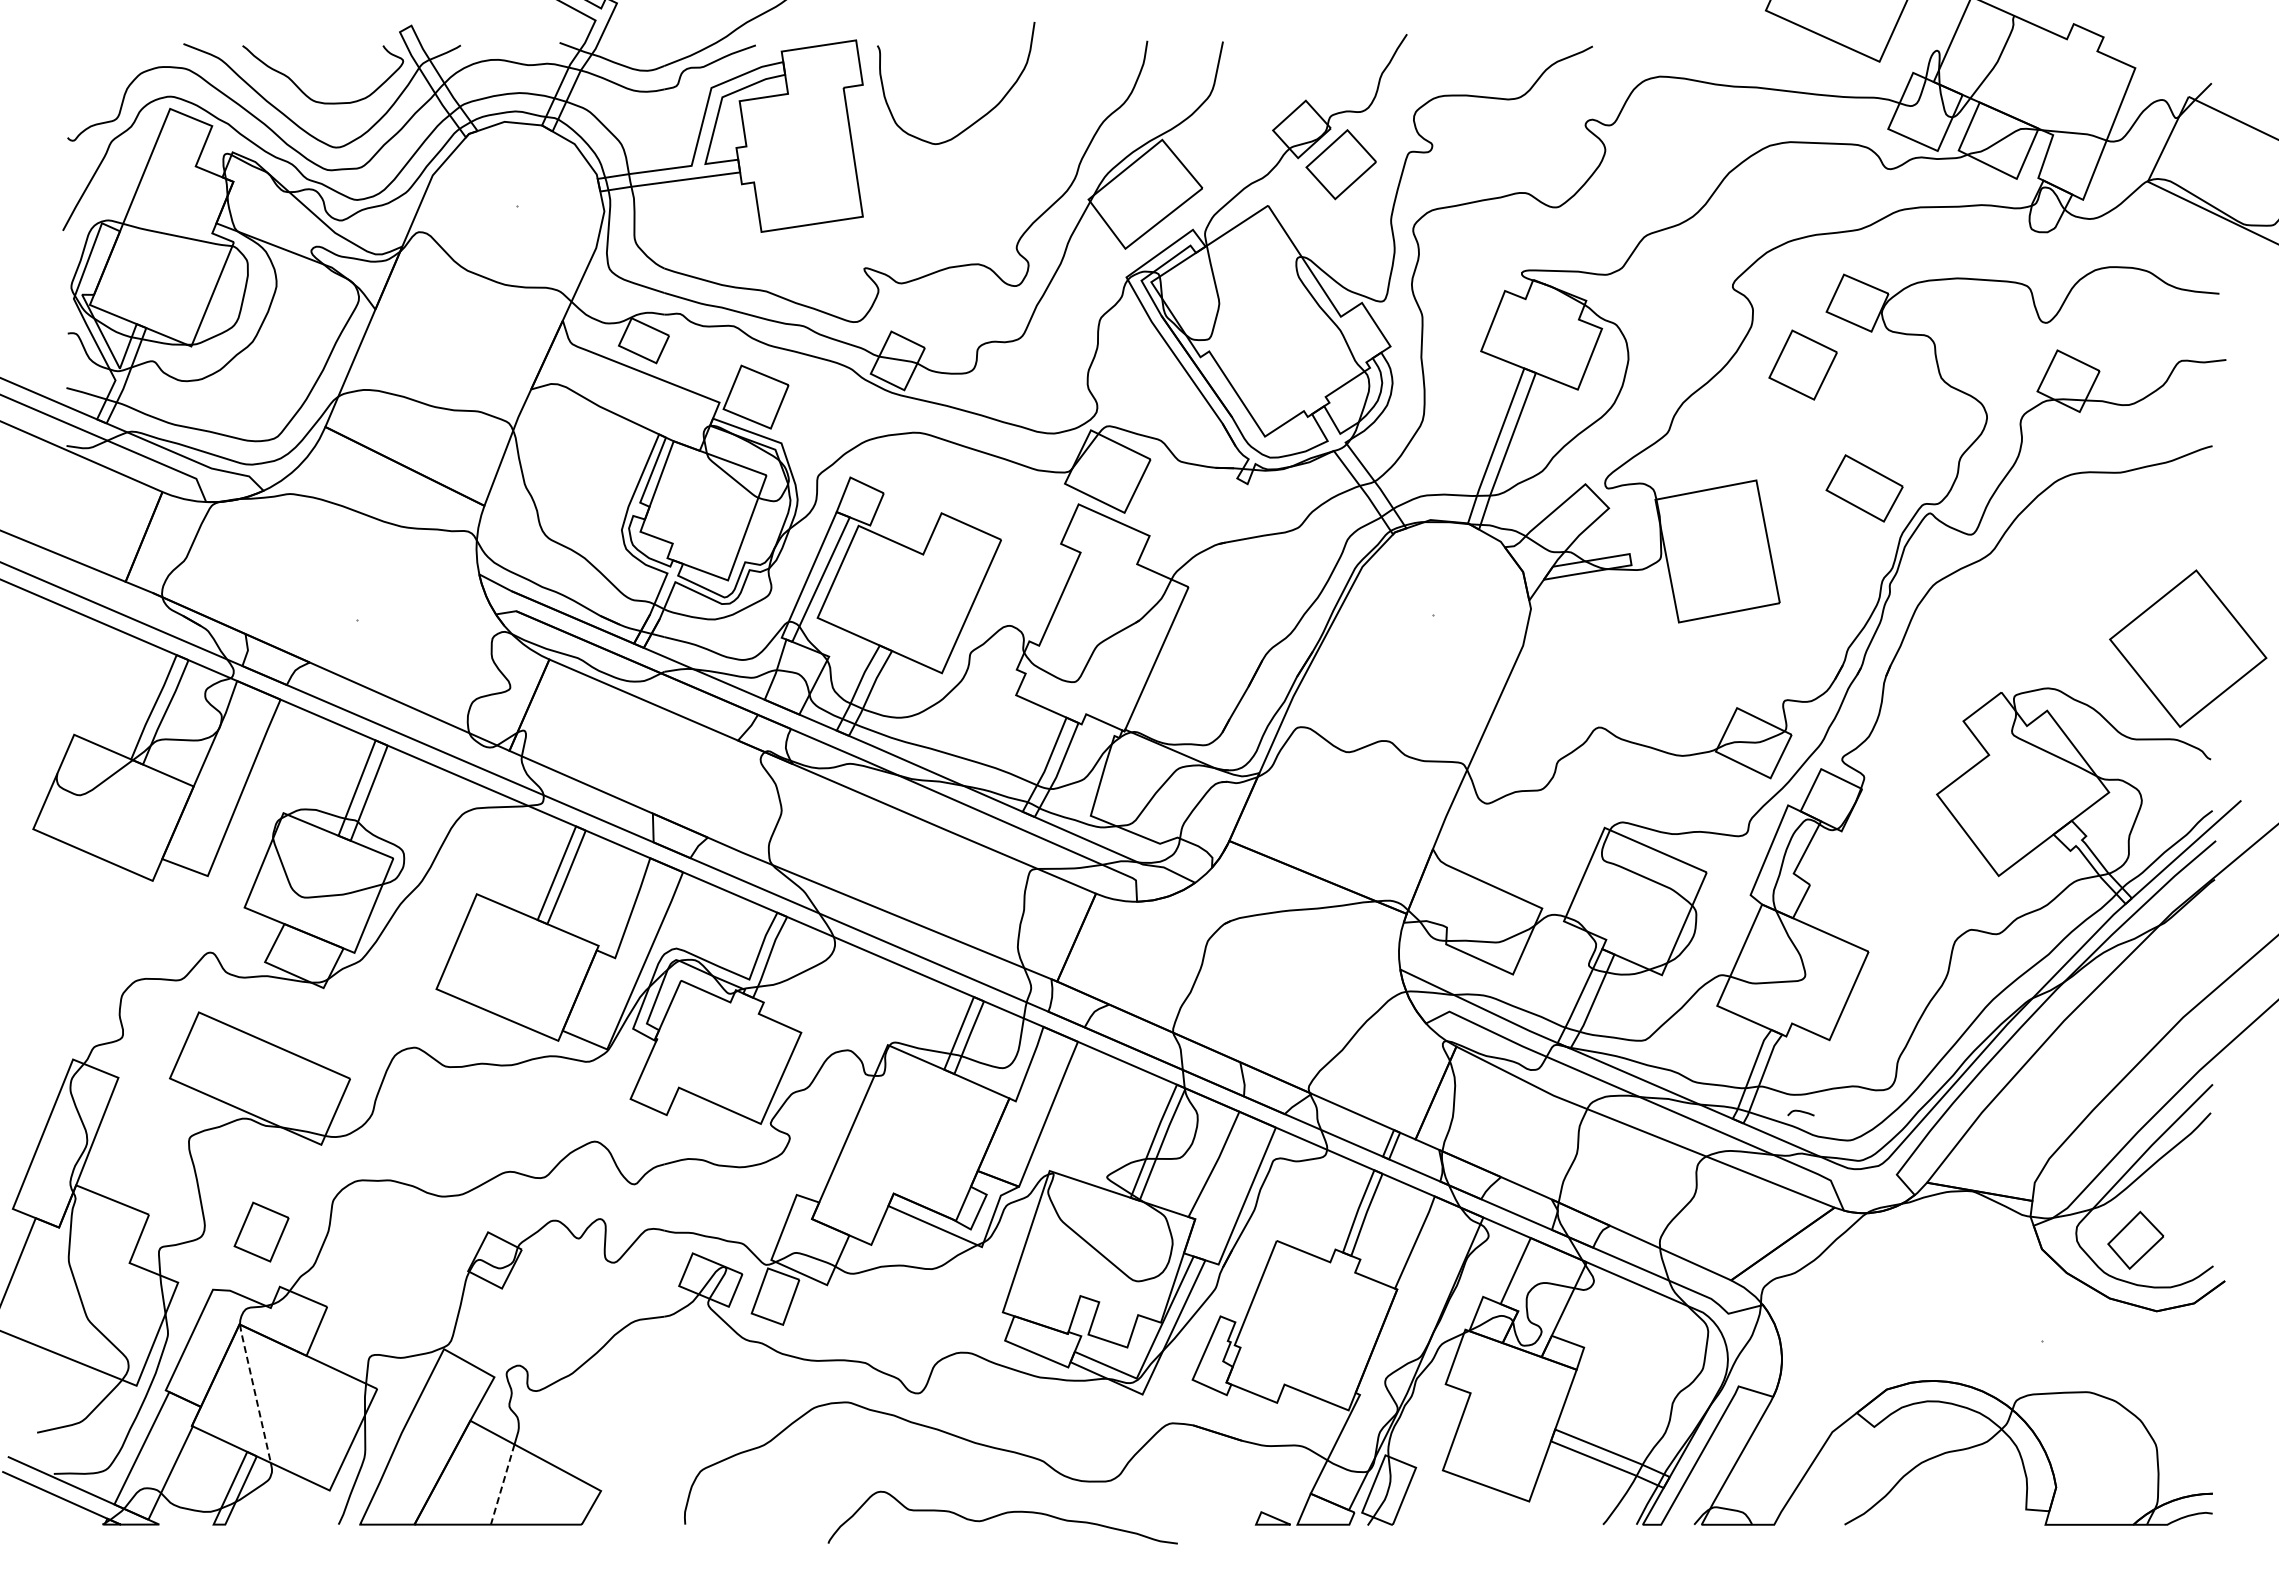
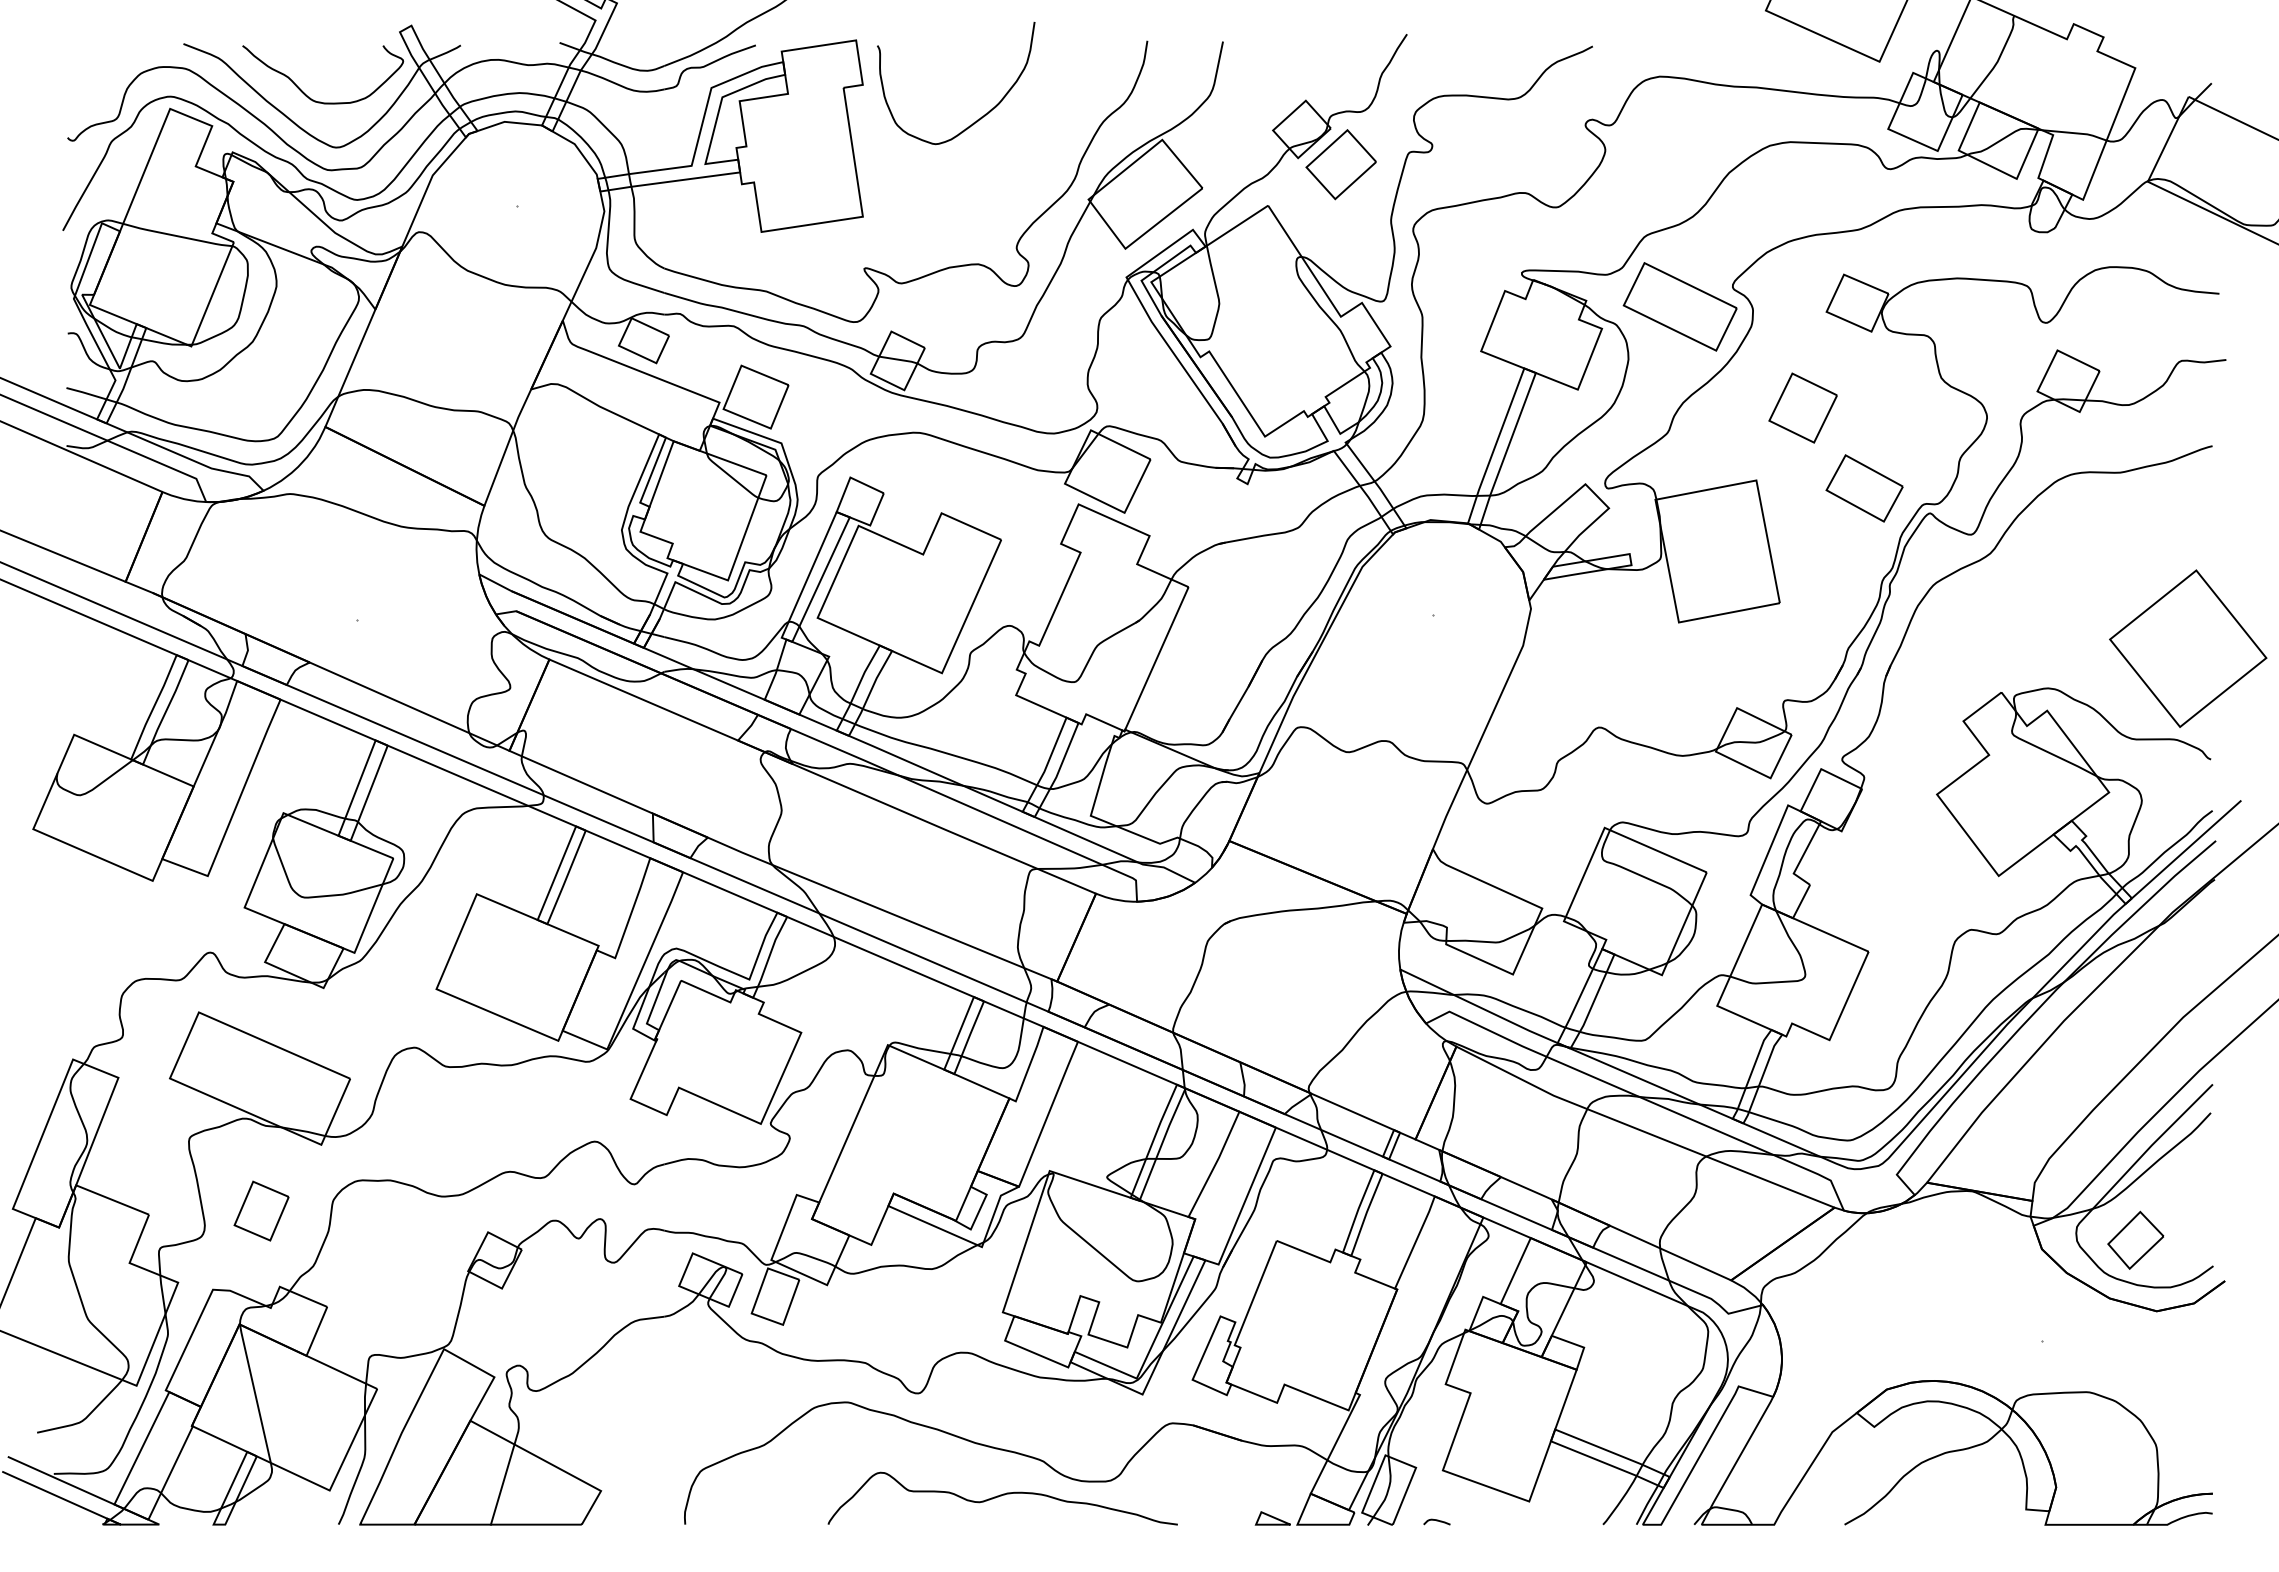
part at (1679, 306): none -> present
part at (1802, 364) position: (1802, 364) -> (1802, 407)
curve at (1800, 1112) position: (1800, 1112) -> (1436, 1521)
part at (261, 1231) position: (261, 1231) -> (261, 1210)
line at (255, 1392): dashed -> solid
line at (502, 1484): dashed -> solid
curve at (1001, 1515) position: (1001, 1515) -> (1001, 1496)
